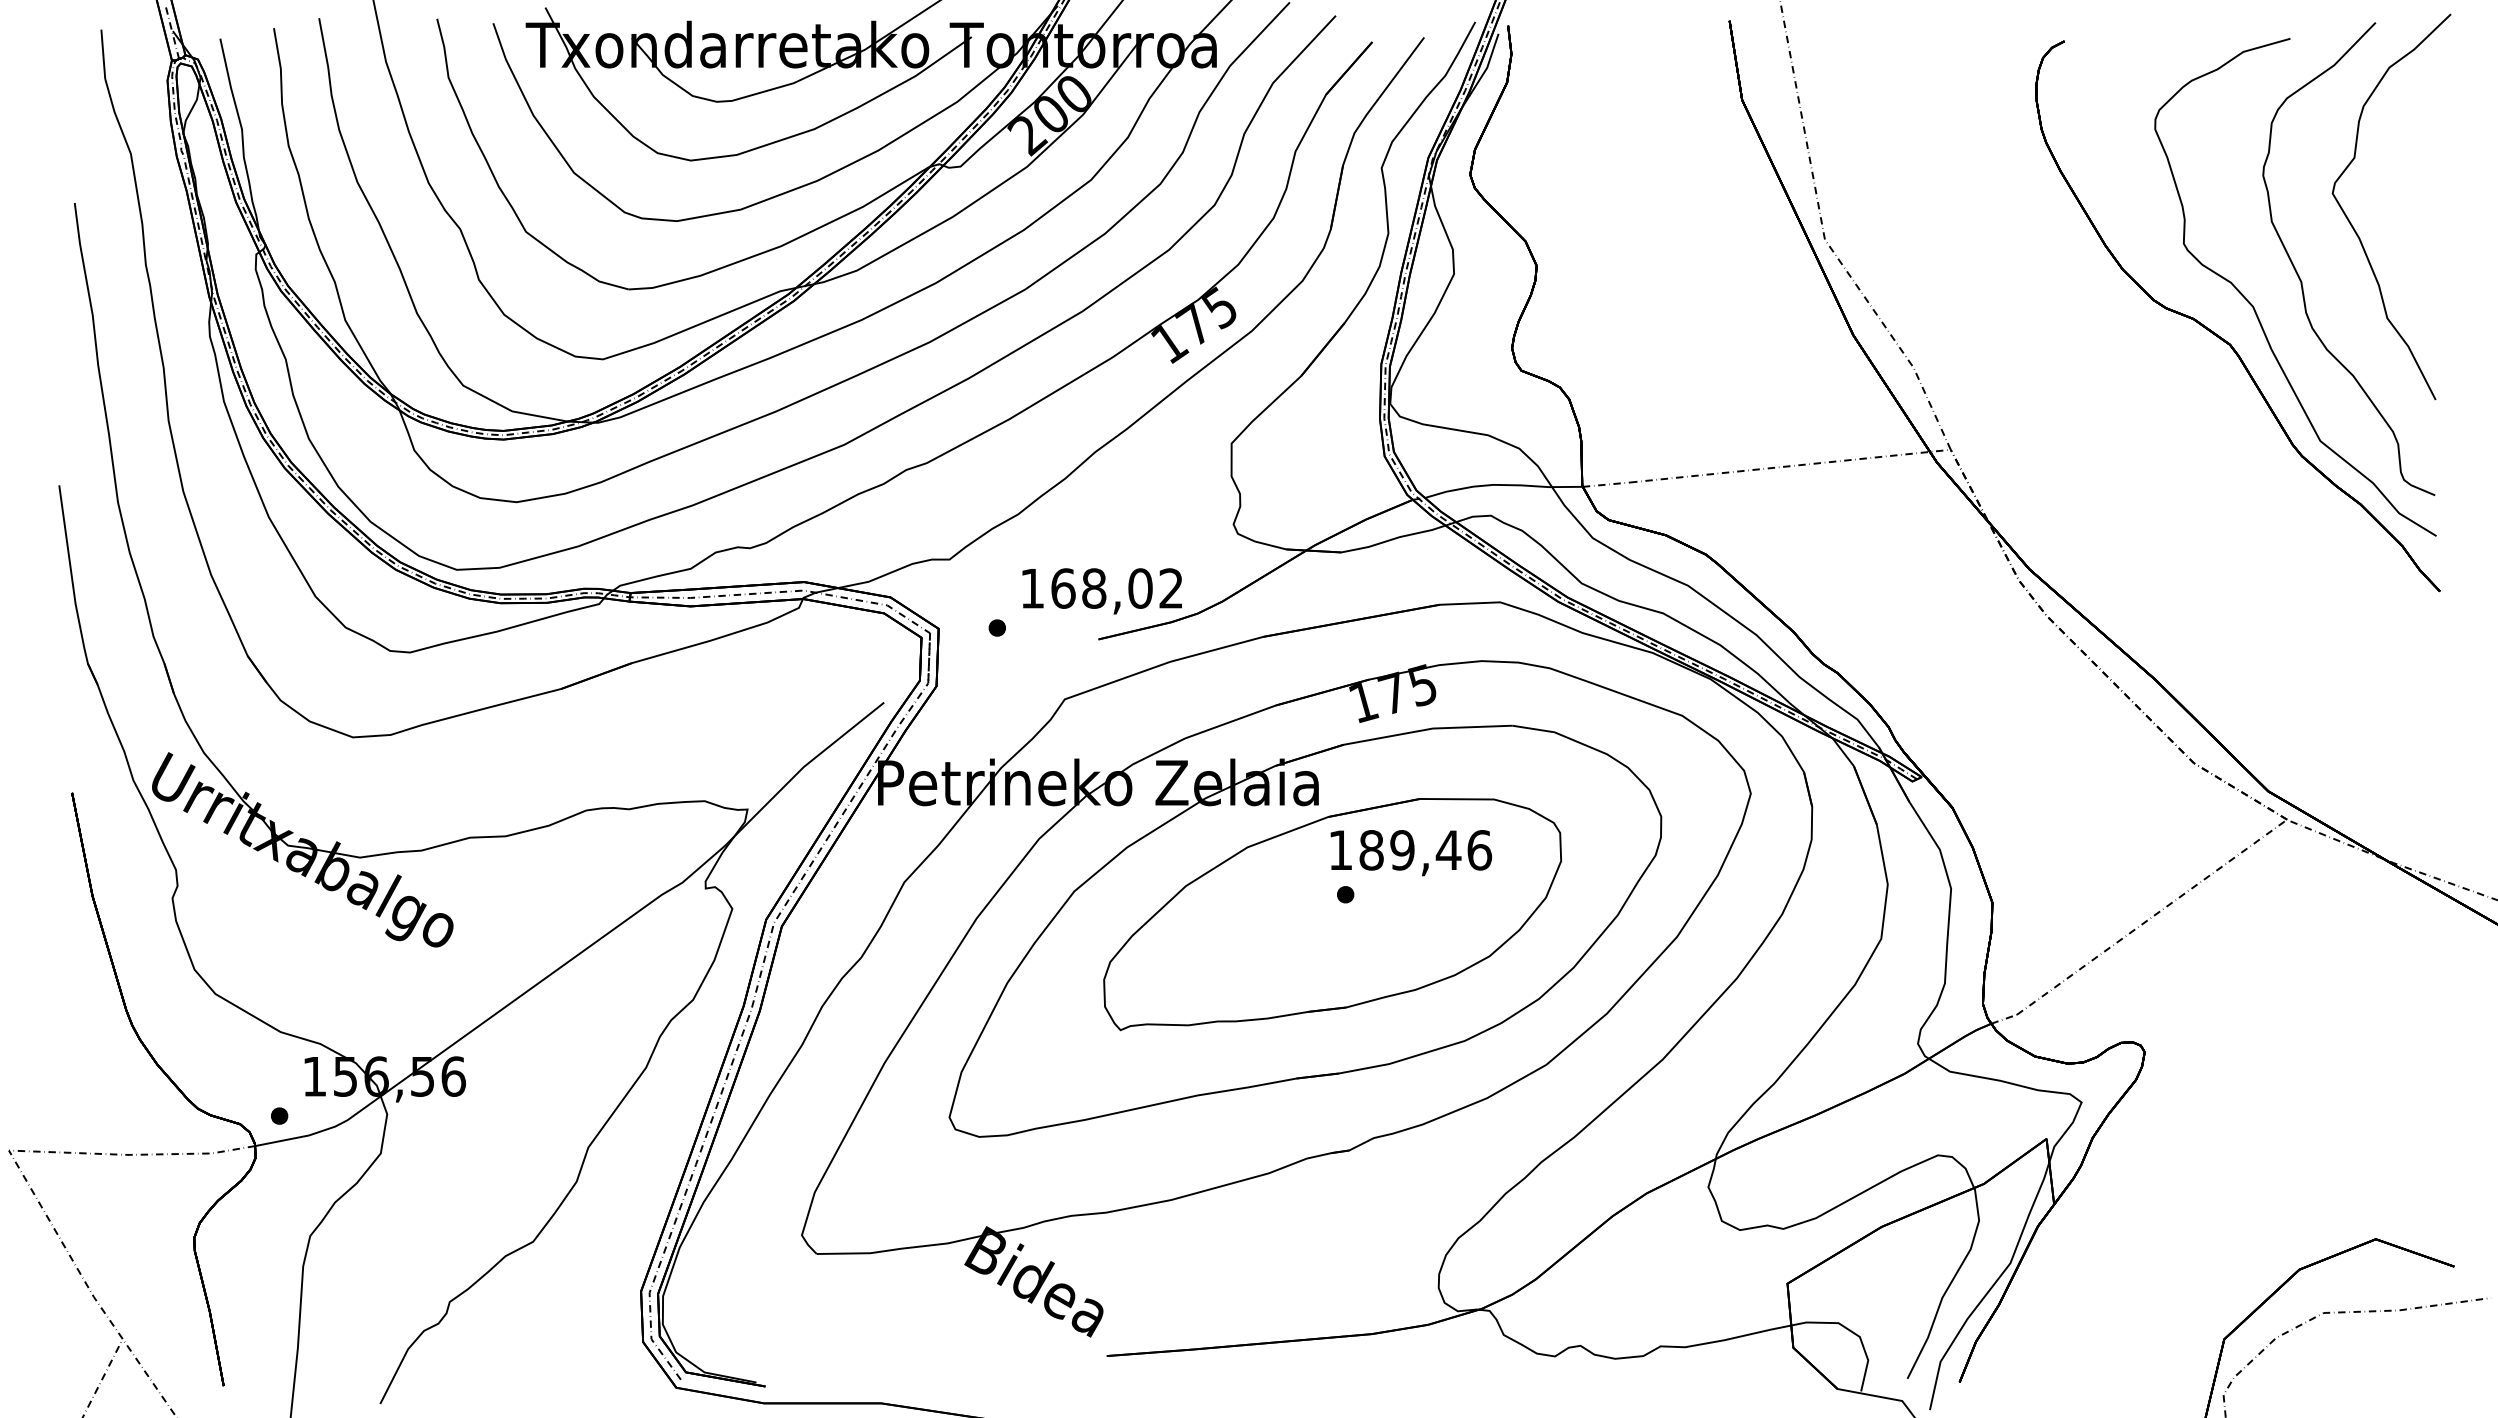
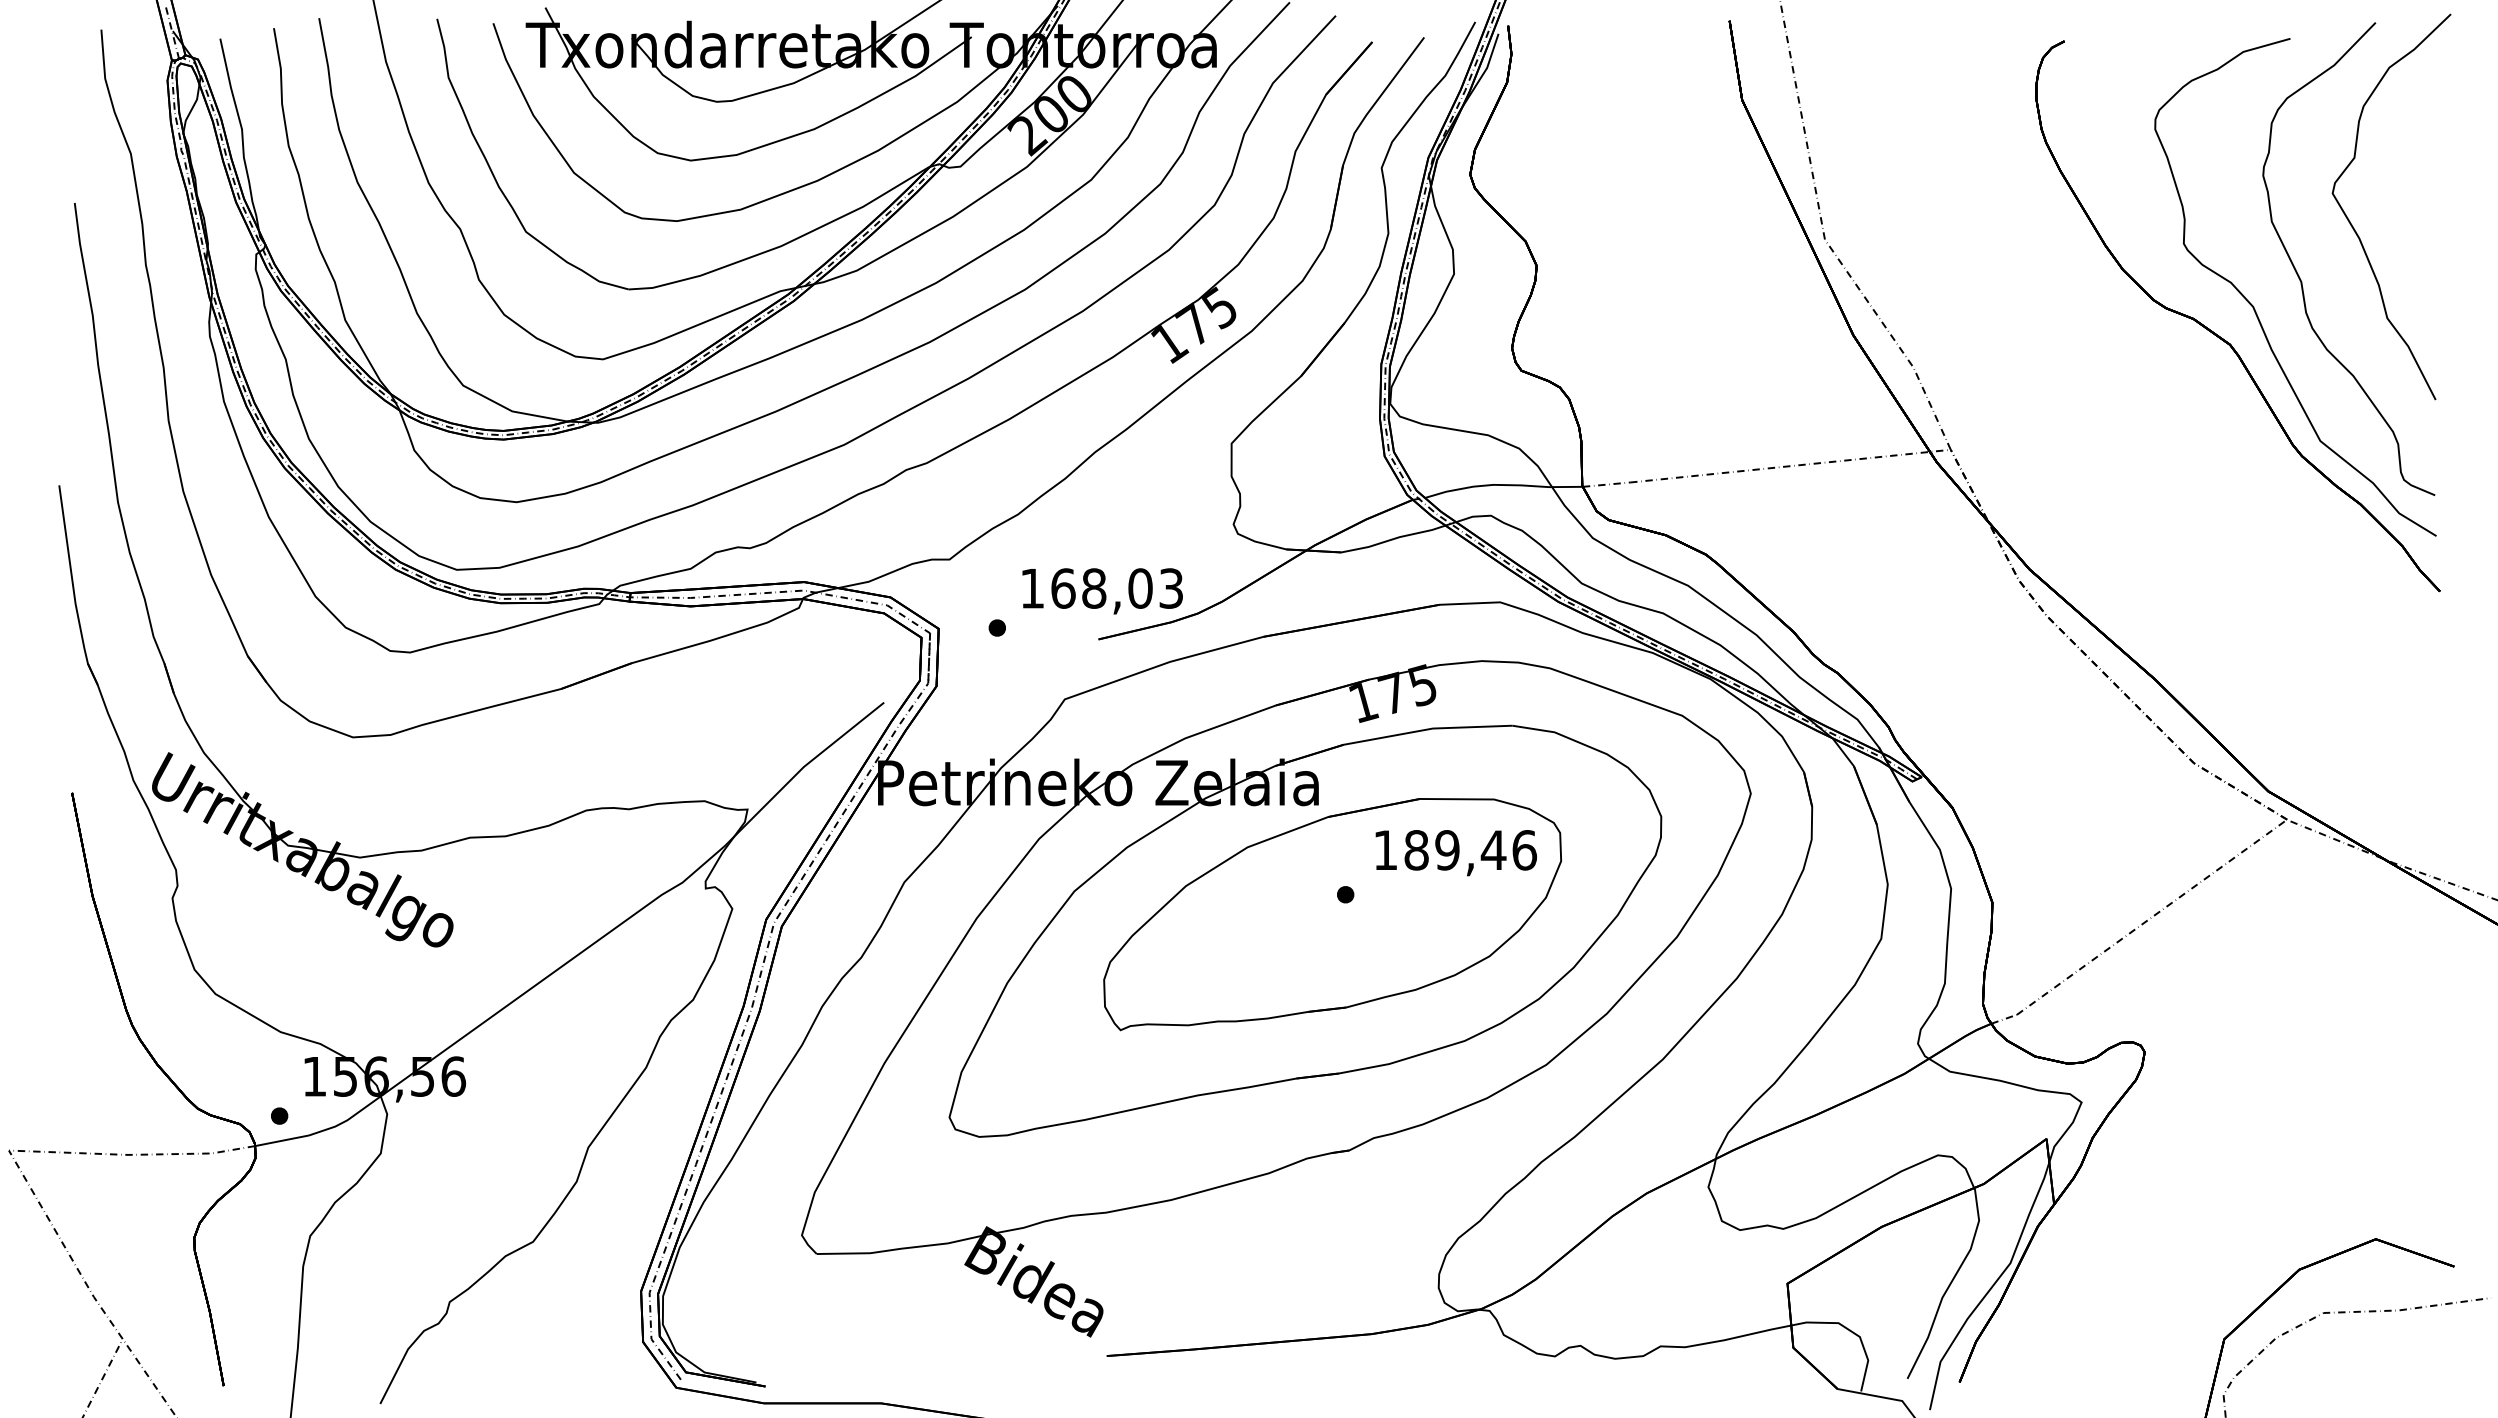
text at (1170, 588): 168,02 -> 168,03
text at (1411, 853) position: (1411, 853) -> (1456, 853)
